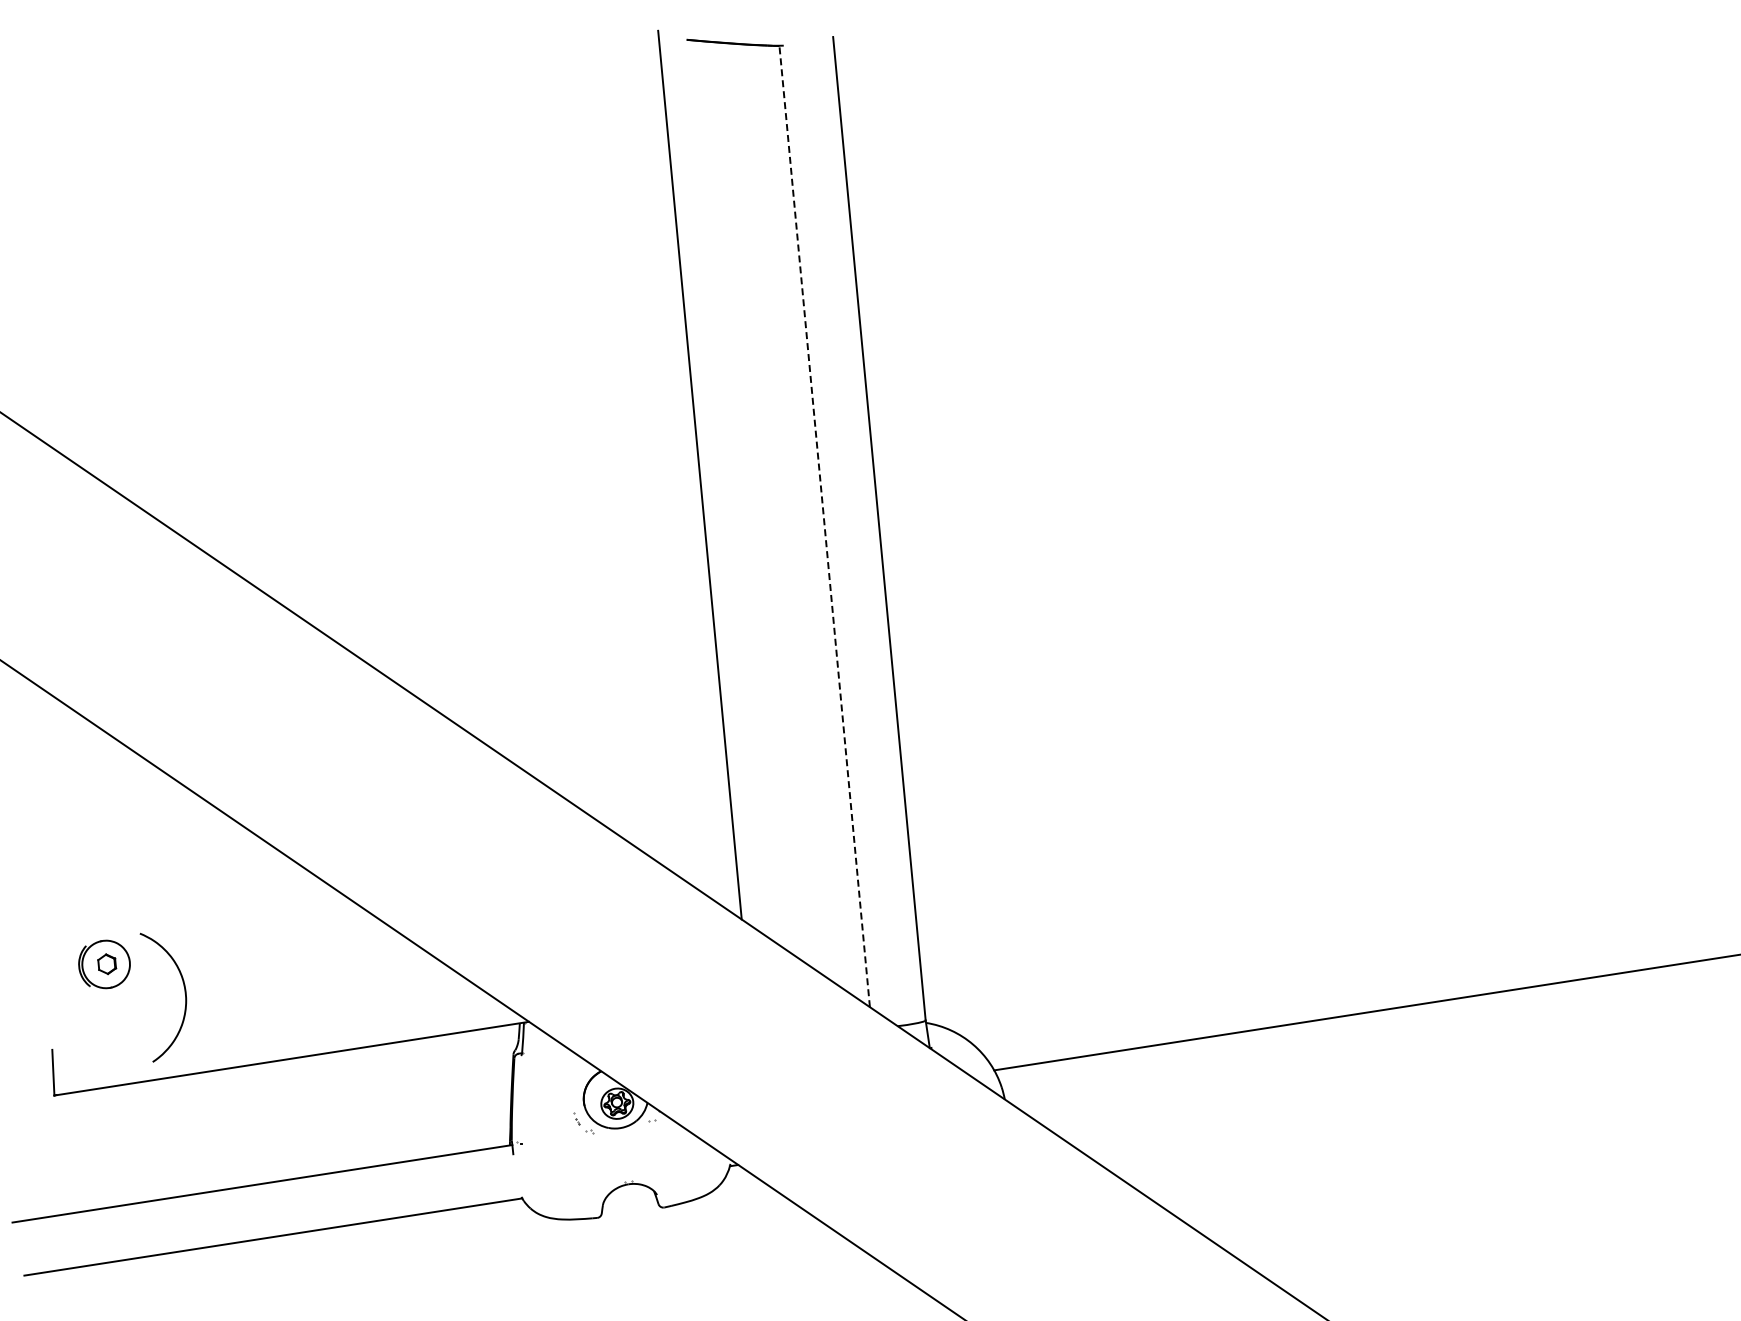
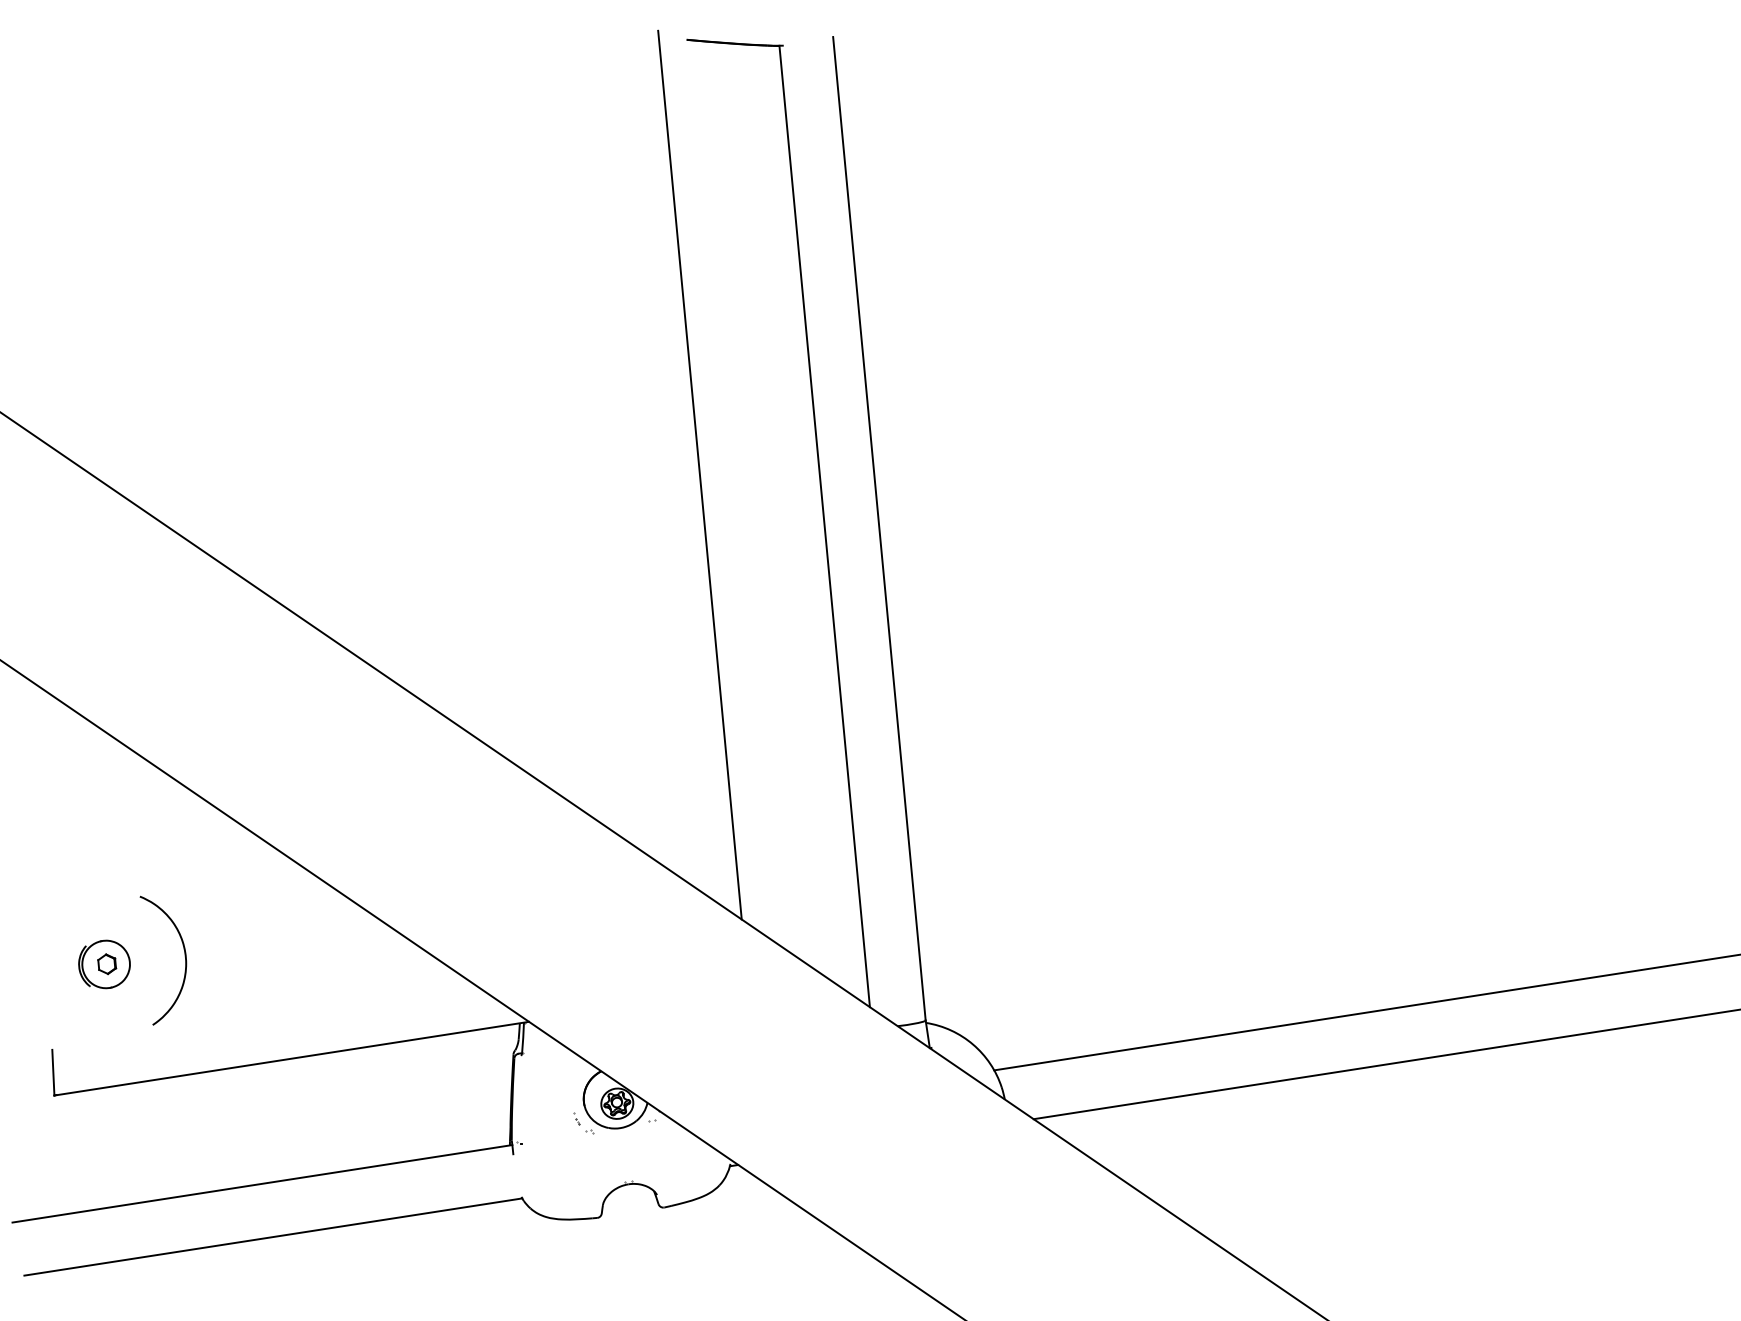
line at (824, 526): dashed -> solid
curve at (184, 993) position: (184, 993) -> (184, 956)
line at (1385, 1064): none -> present
